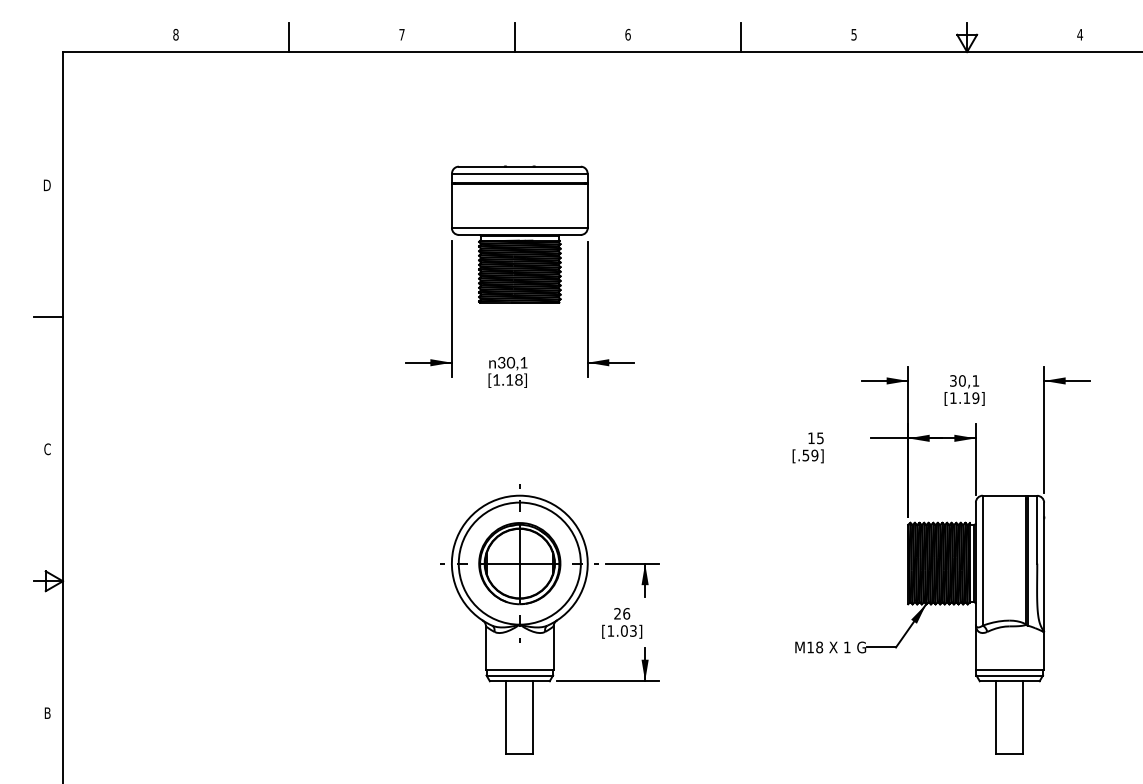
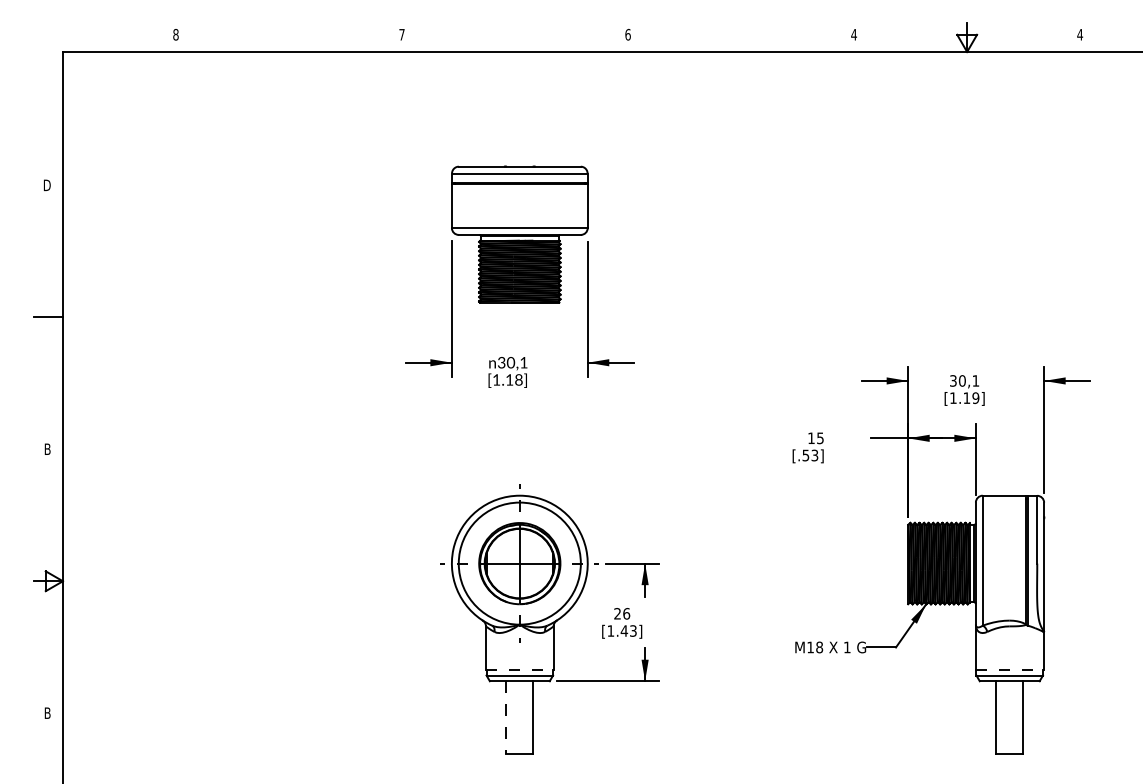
text at (853, 34): 5 -> 4
line at (289, 37): present -> none
line at (515, 37): present -> none
line at (741, 37): present -> none
text at (47, 449): C -> B
text at (814, 455): [.59] -> [.53]
text at (624, 630): [1.03] -> [1.43]
line at (519, 669): solid -> dashed
line at (1009, 669): solid -> dashed
line at (506, 718): solid -> dashed
